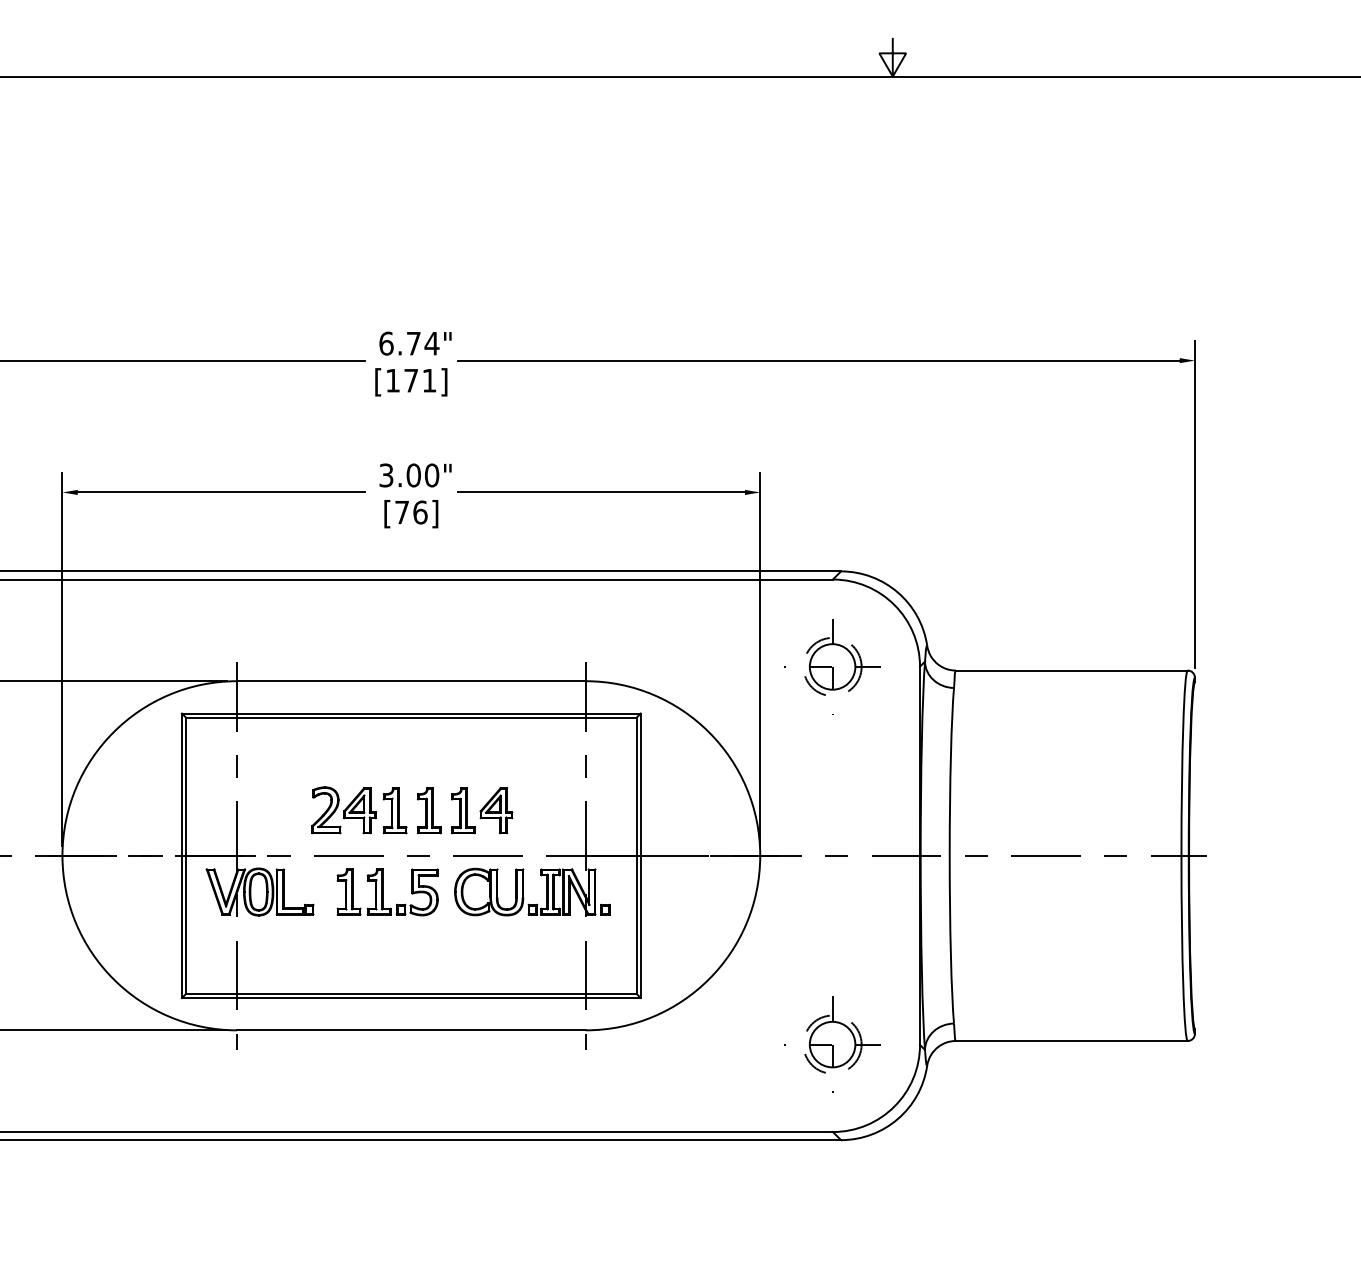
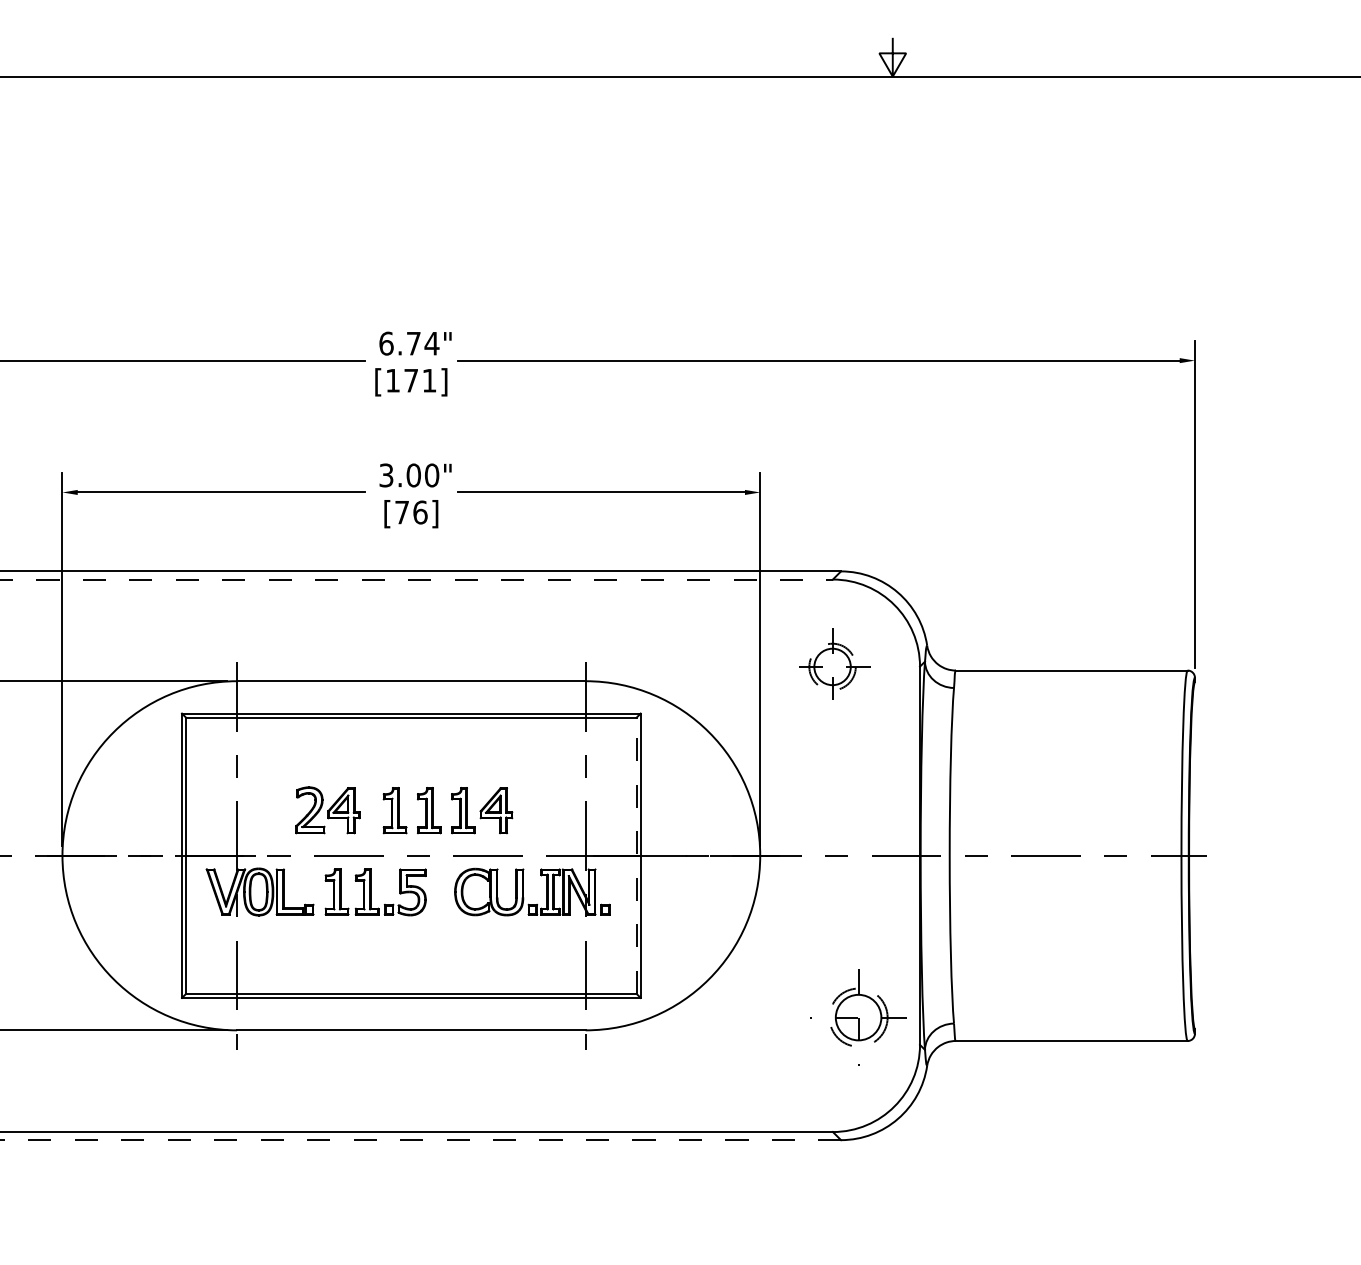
line at (417, 579): solid -> dashed
part at (832, 666) size: 97x96 px -> 72x72 px
part at (343, 810) position: (343, 810) -> (327, 810)
line at (636, 855): solid -> dashed
part at (387, 892) position: (387, 892) -> (375, 892)
part at (832, 1044) position: (832, 1044) -> (858, 1017)
line at (421, 1140): solid -> dashed
